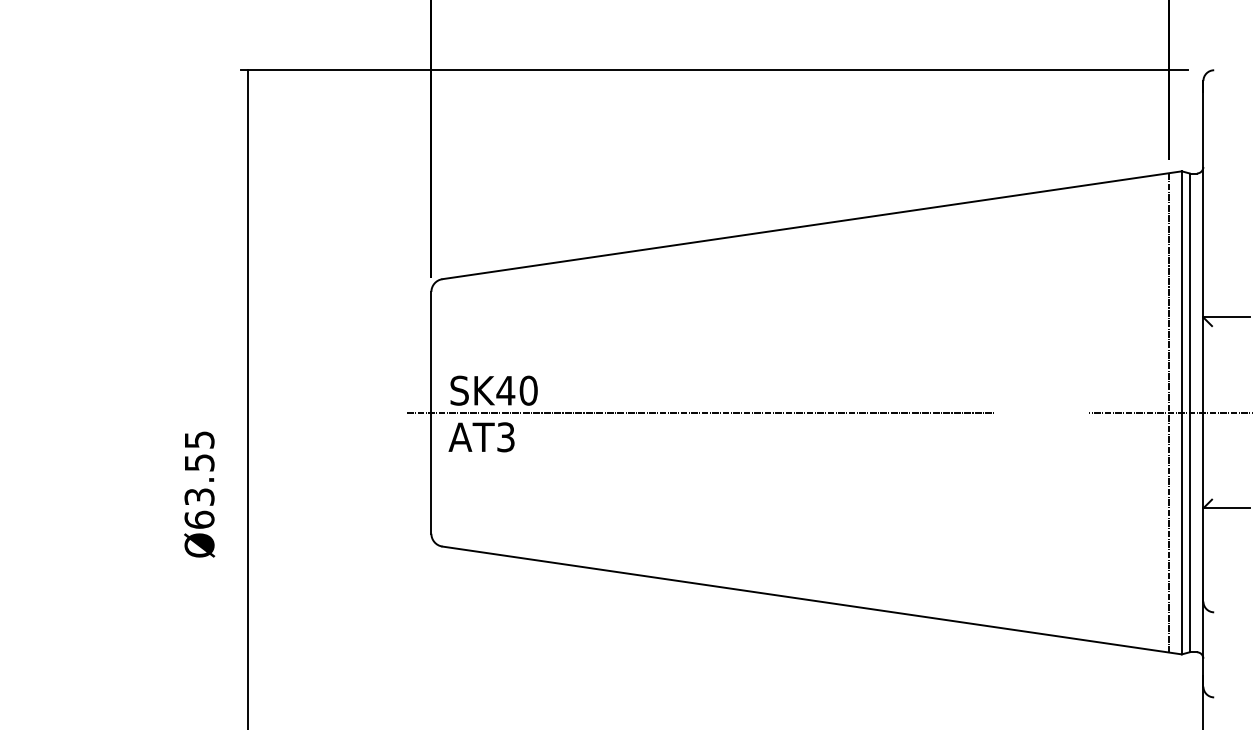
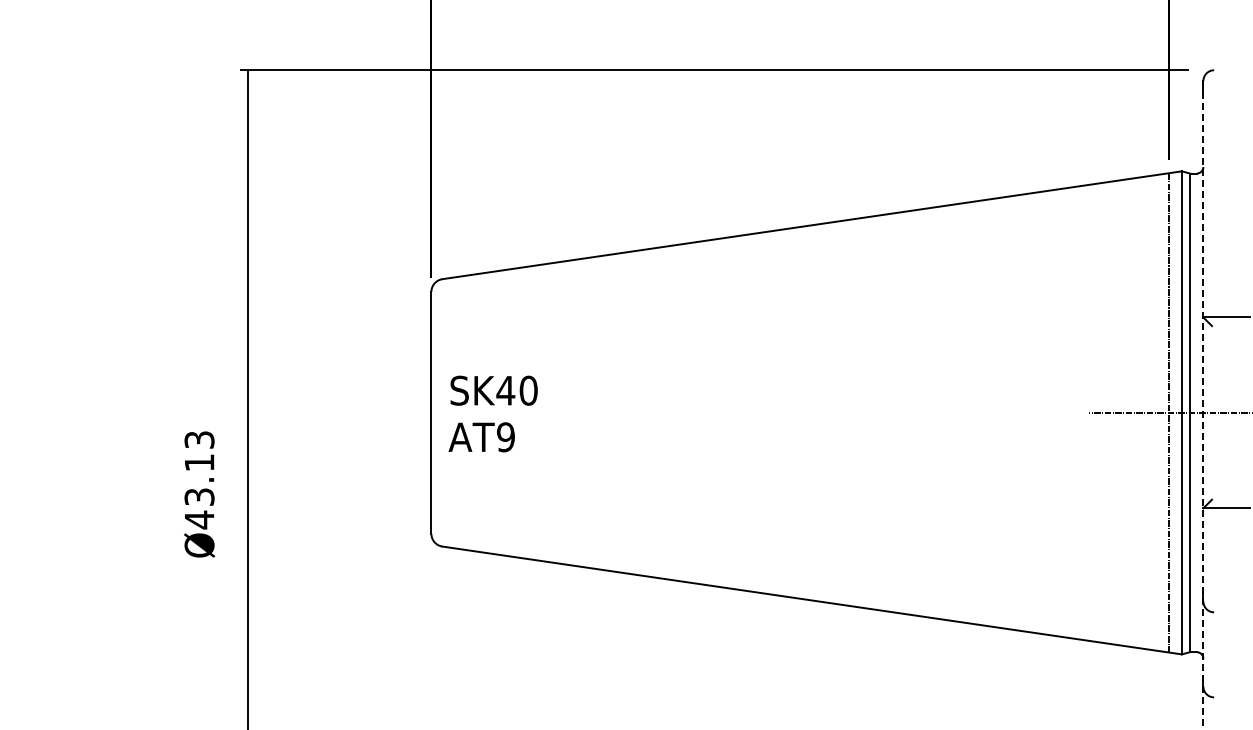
line at (1203, 405): solid -> dashed
line at (700, 412): present -> none
text at (505, 437): AT3 -> AT9
text at (199, 480): Ø63.55 -> Ø43.13
